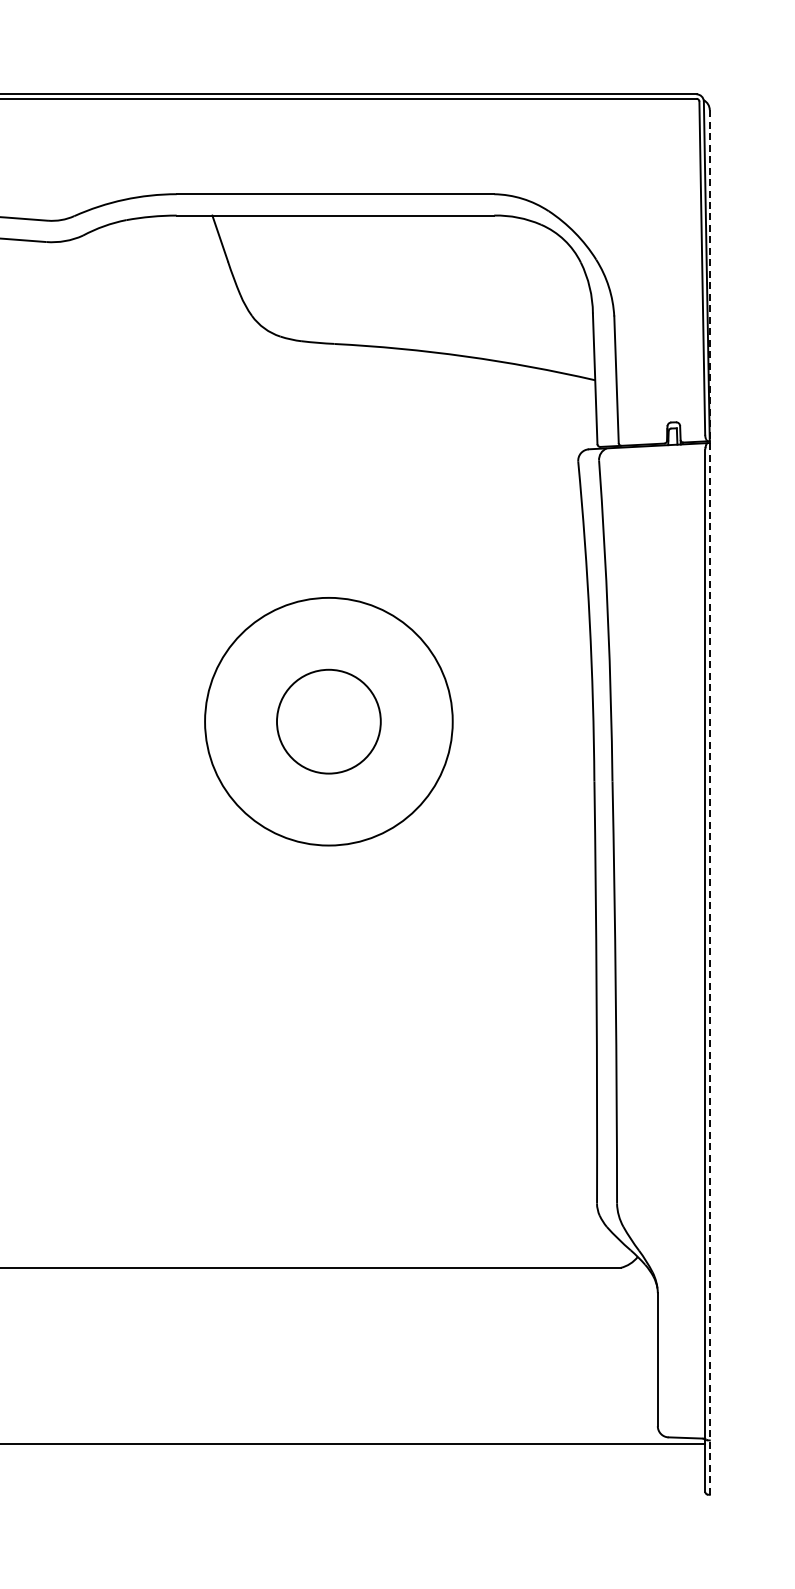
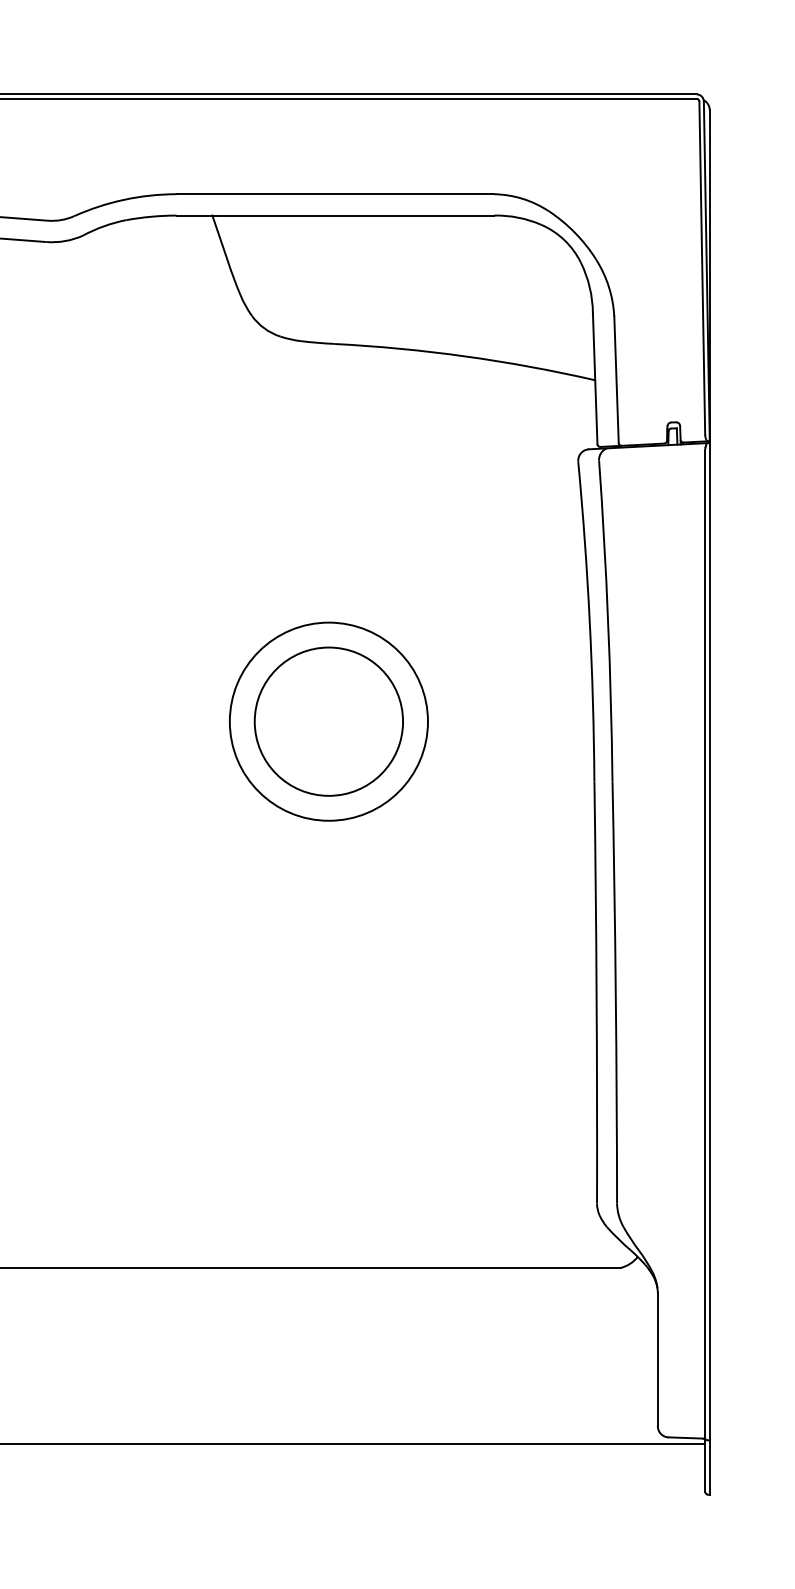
circle at (328, 721) diameter: 104 px -> 148 px
circle at (328, 721) diameter: 248 px -> 198 px
line at (709, 802): dashed -> solid
